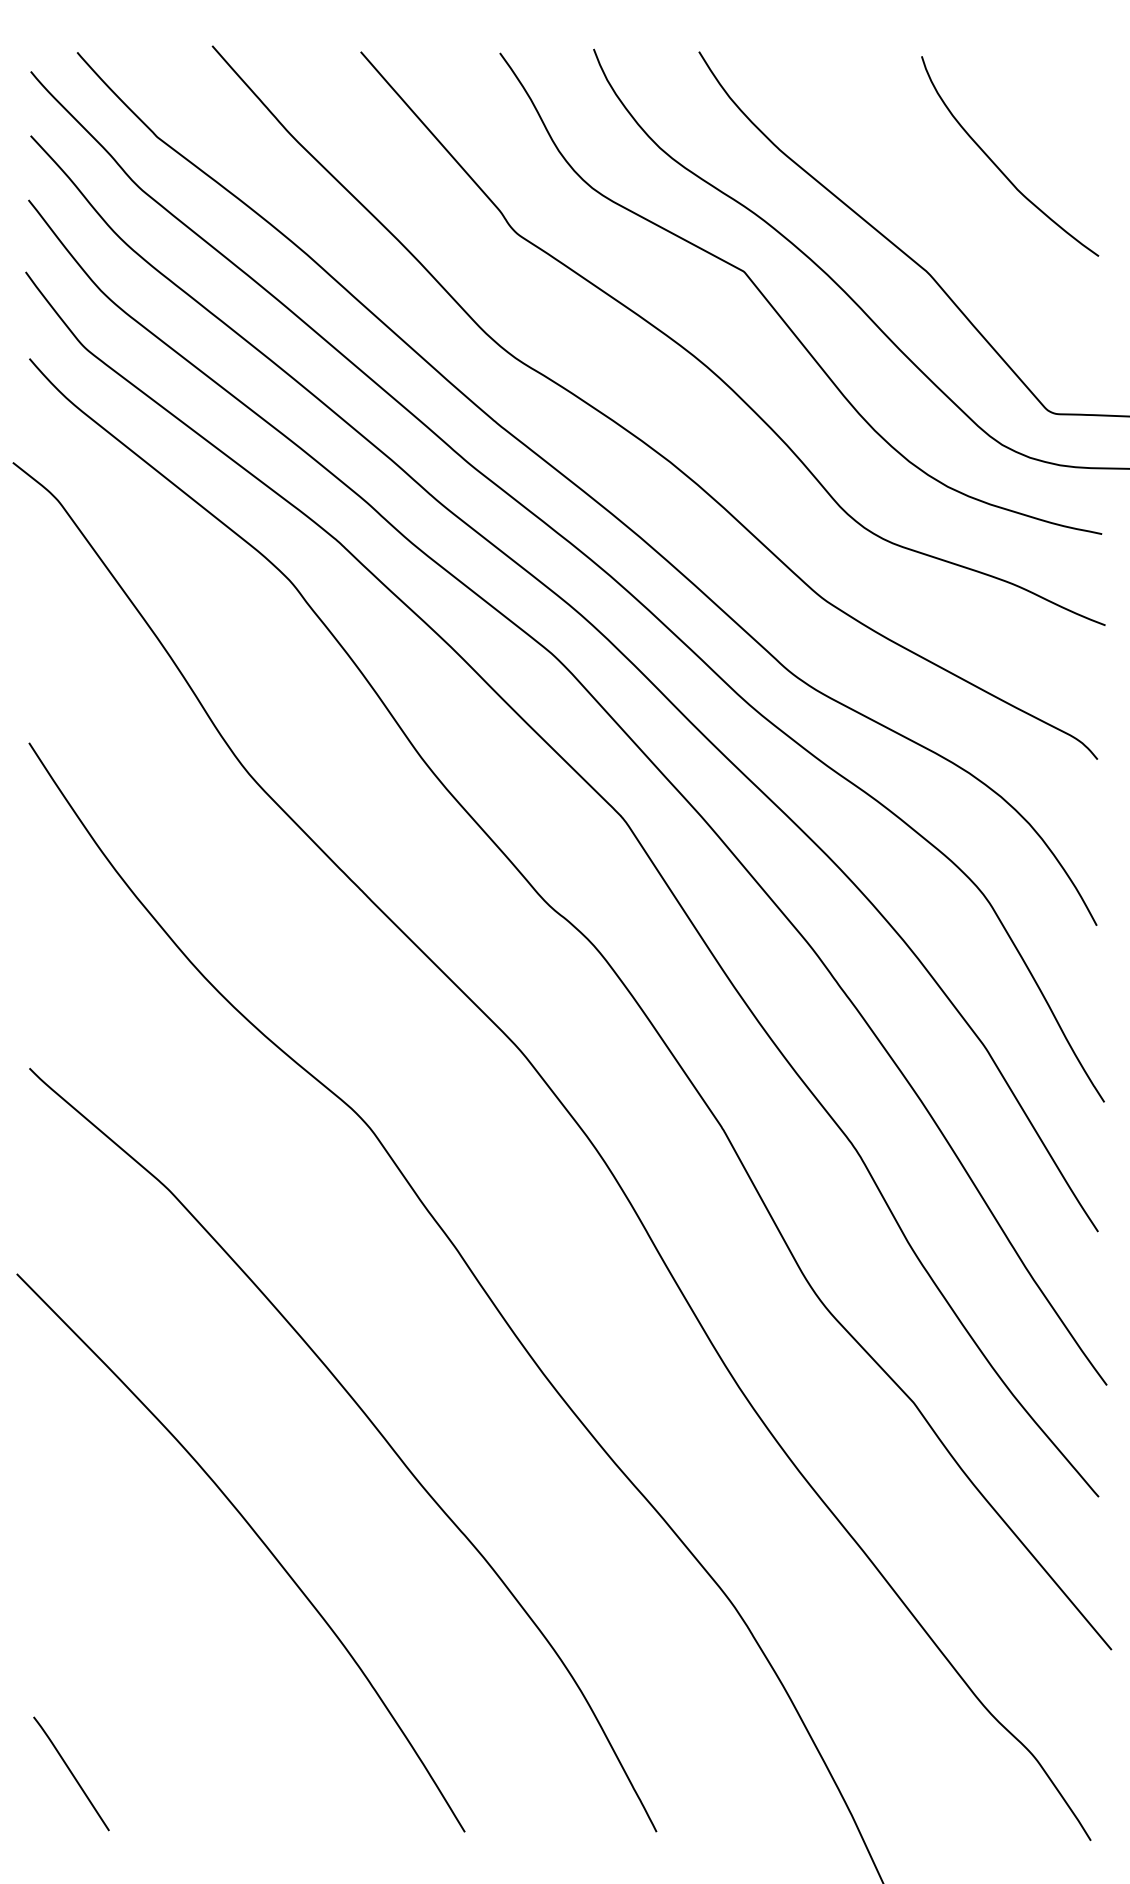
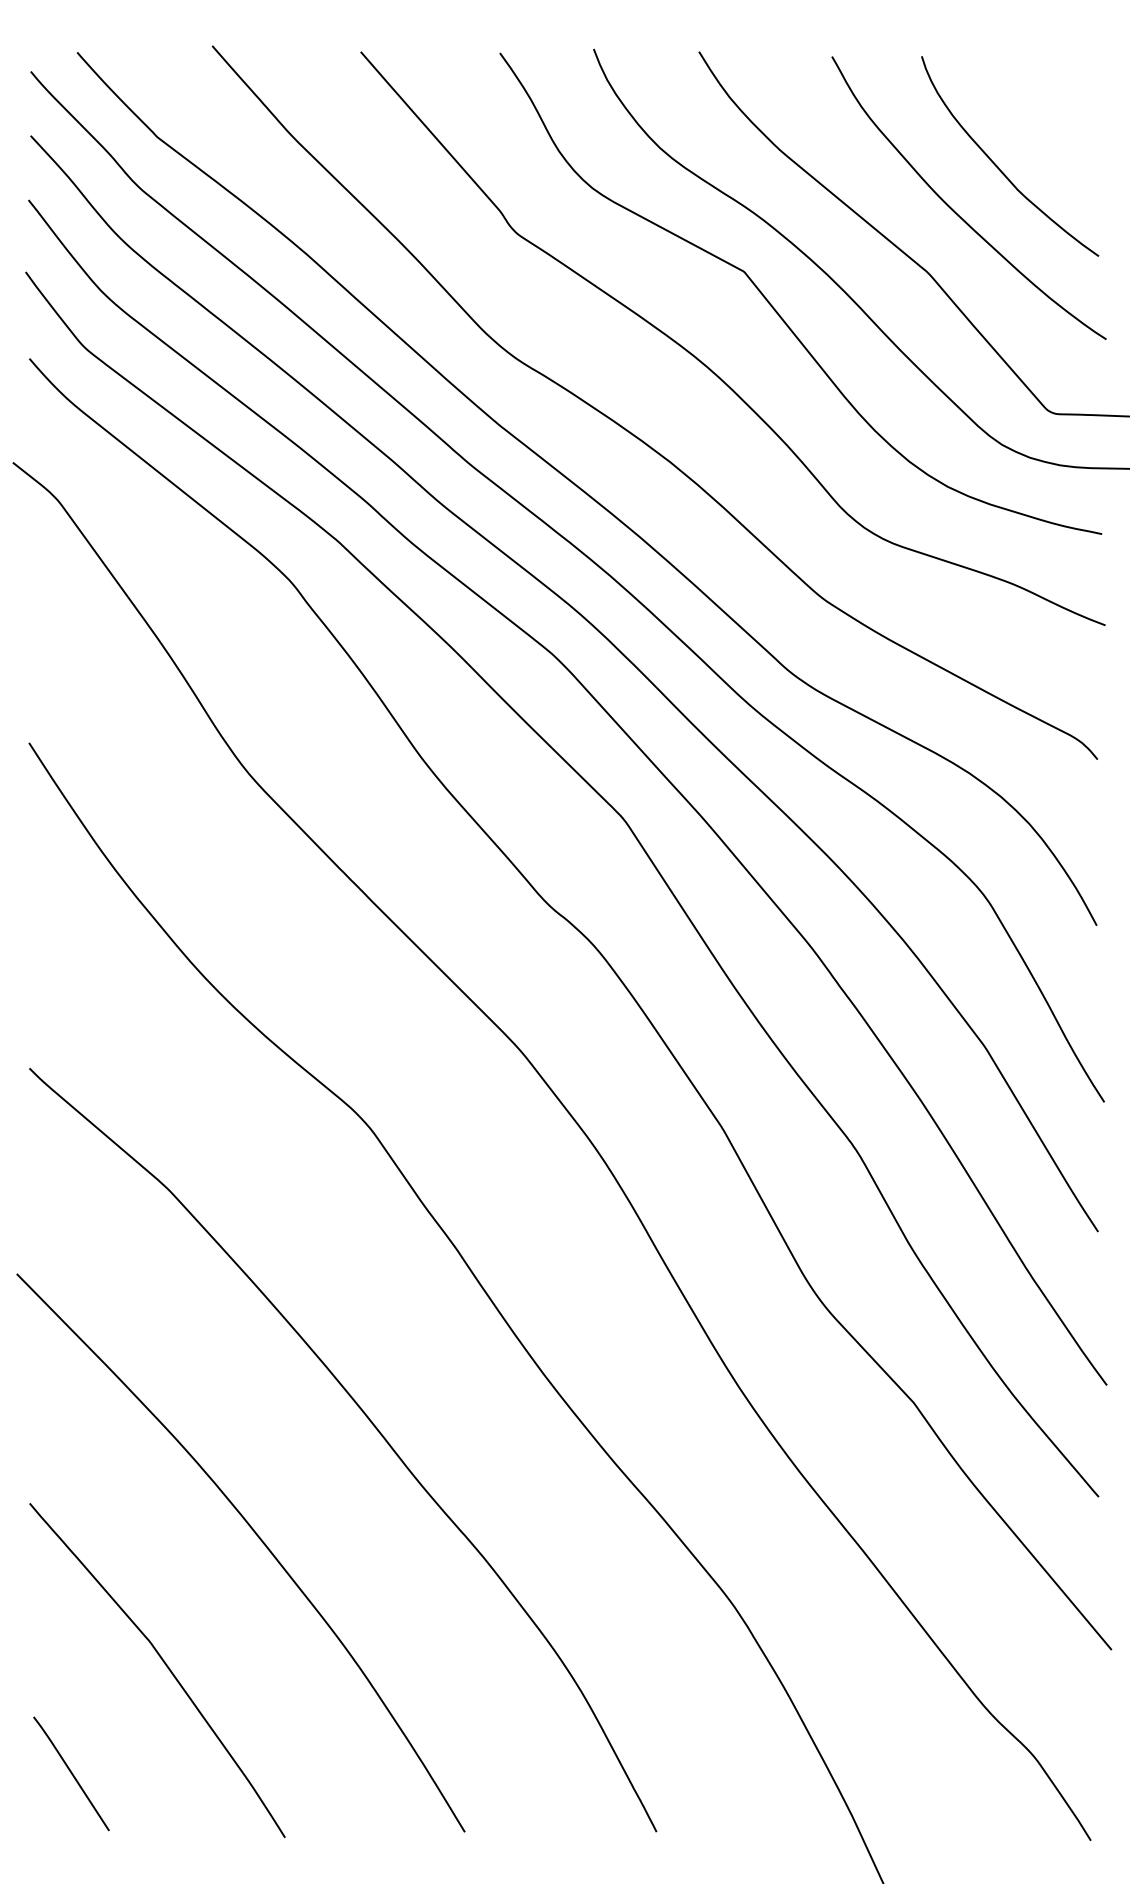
curve at (954, 210): none -> present
curve at (164, 1664): none -> present
